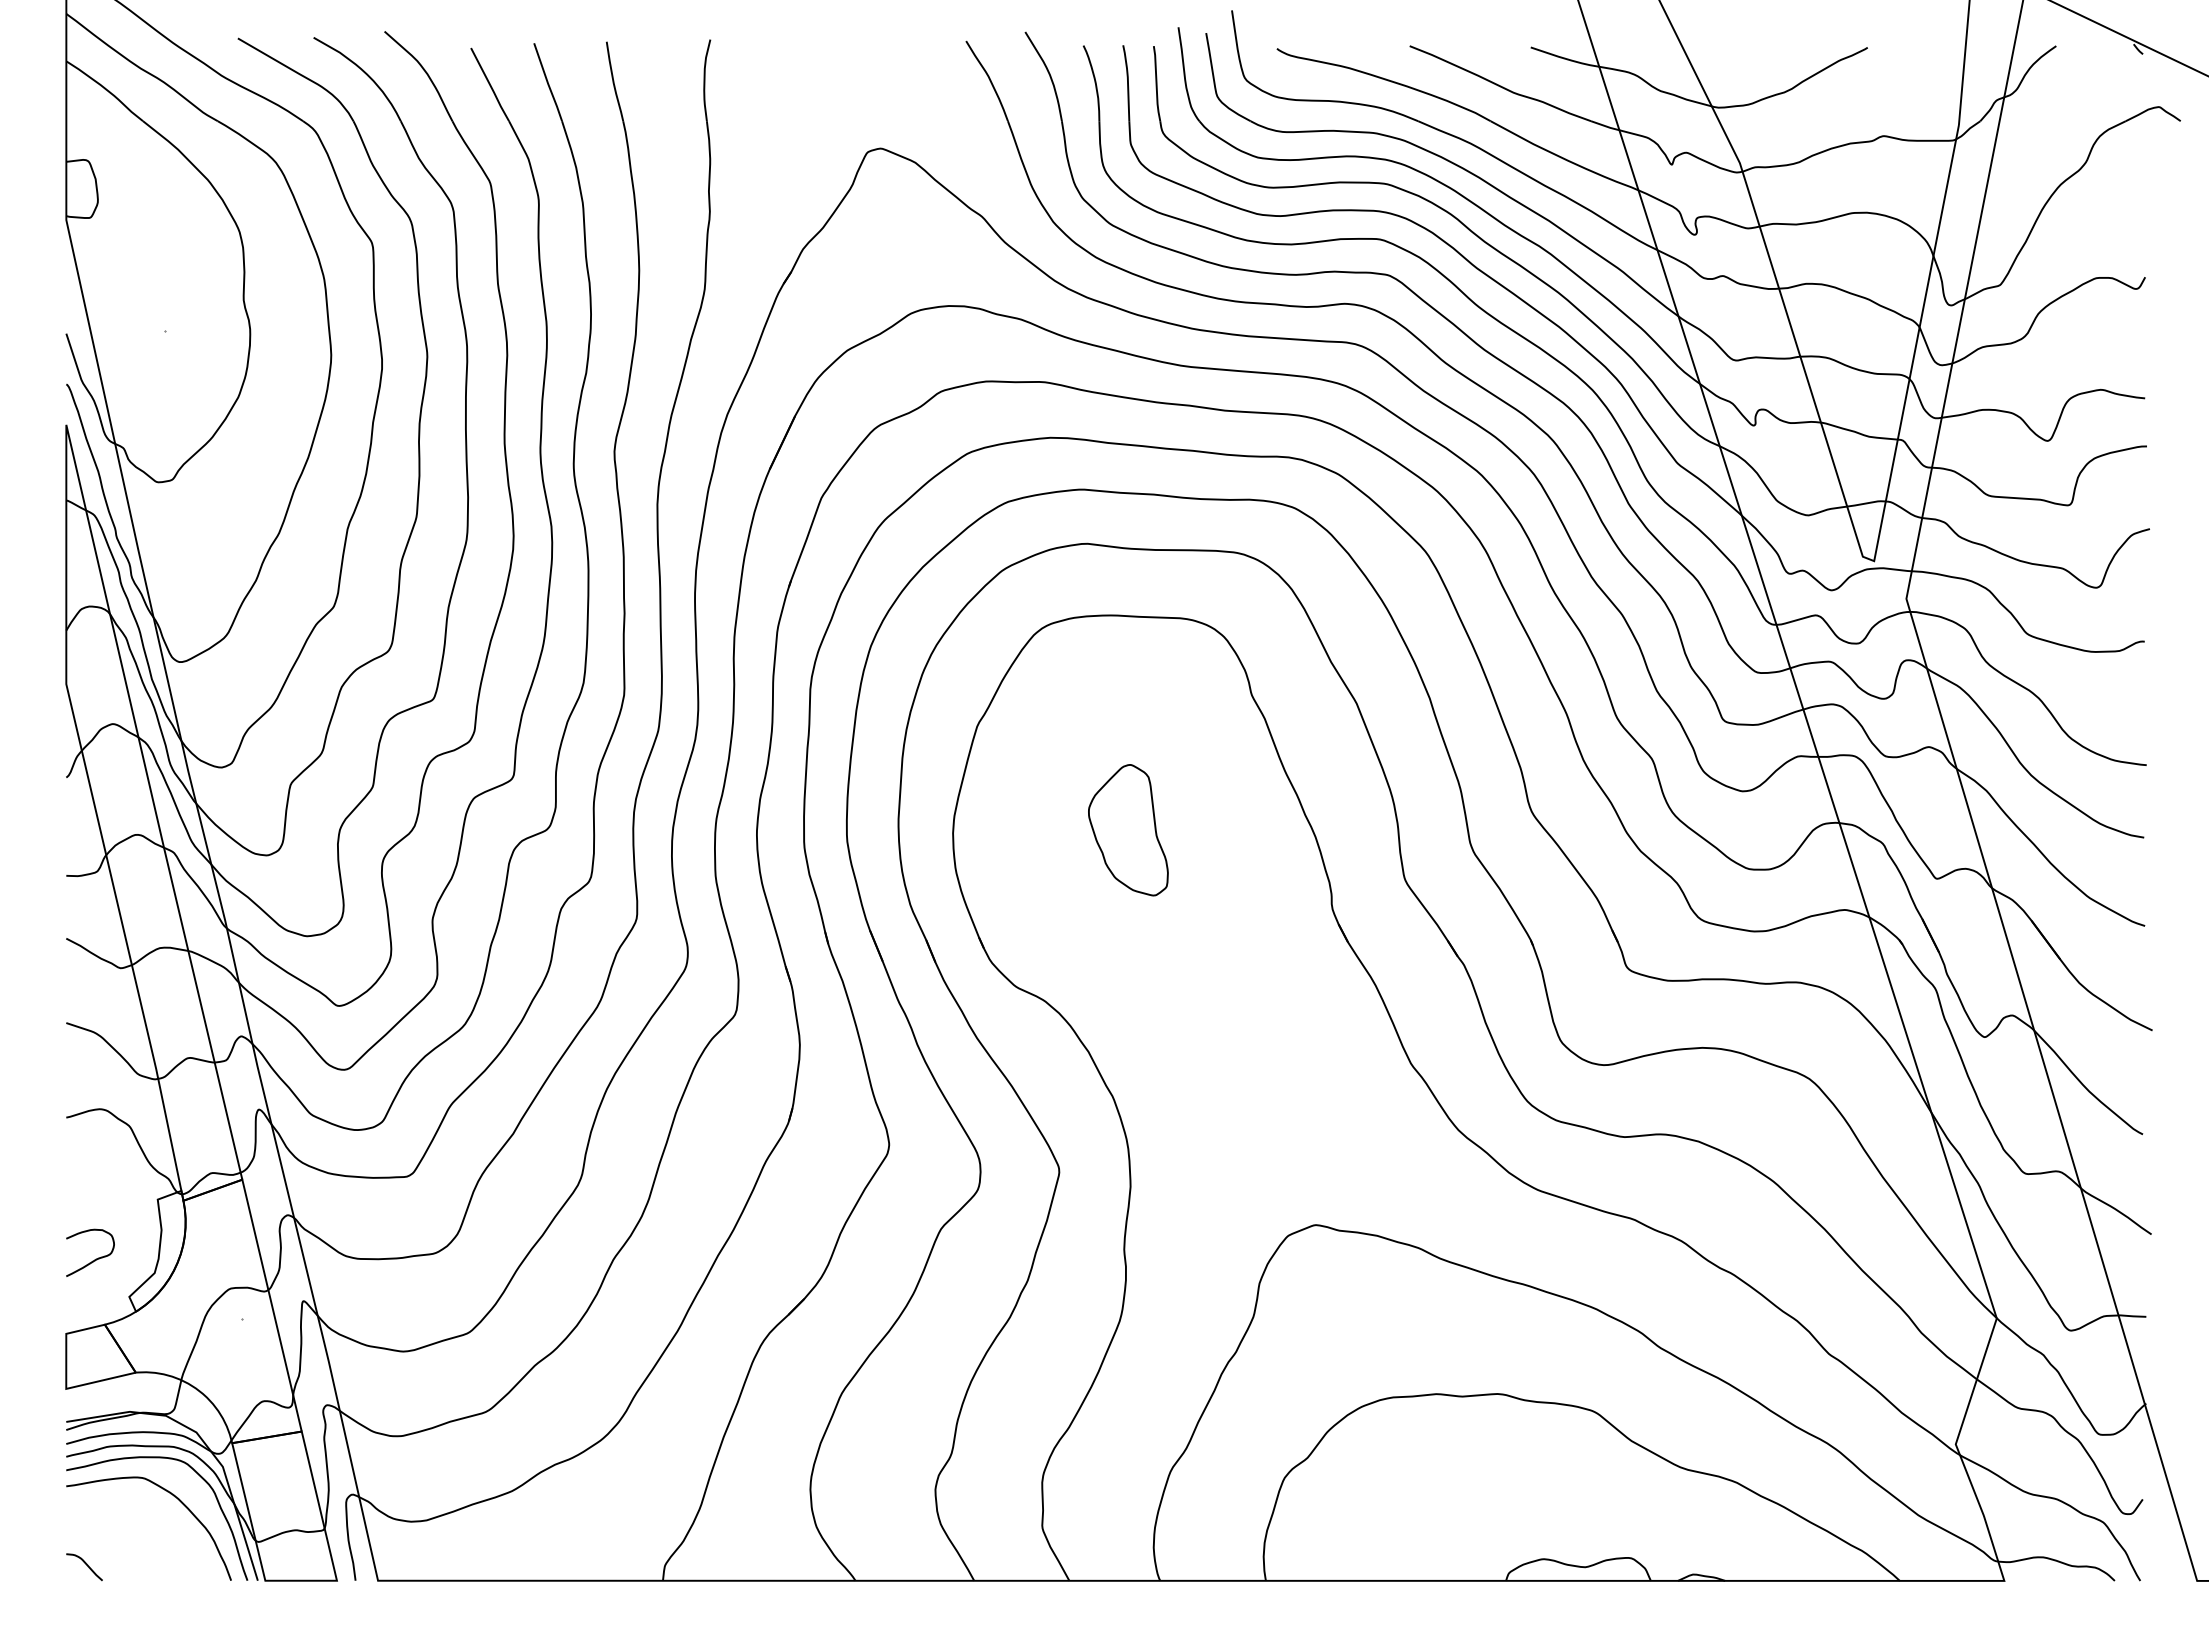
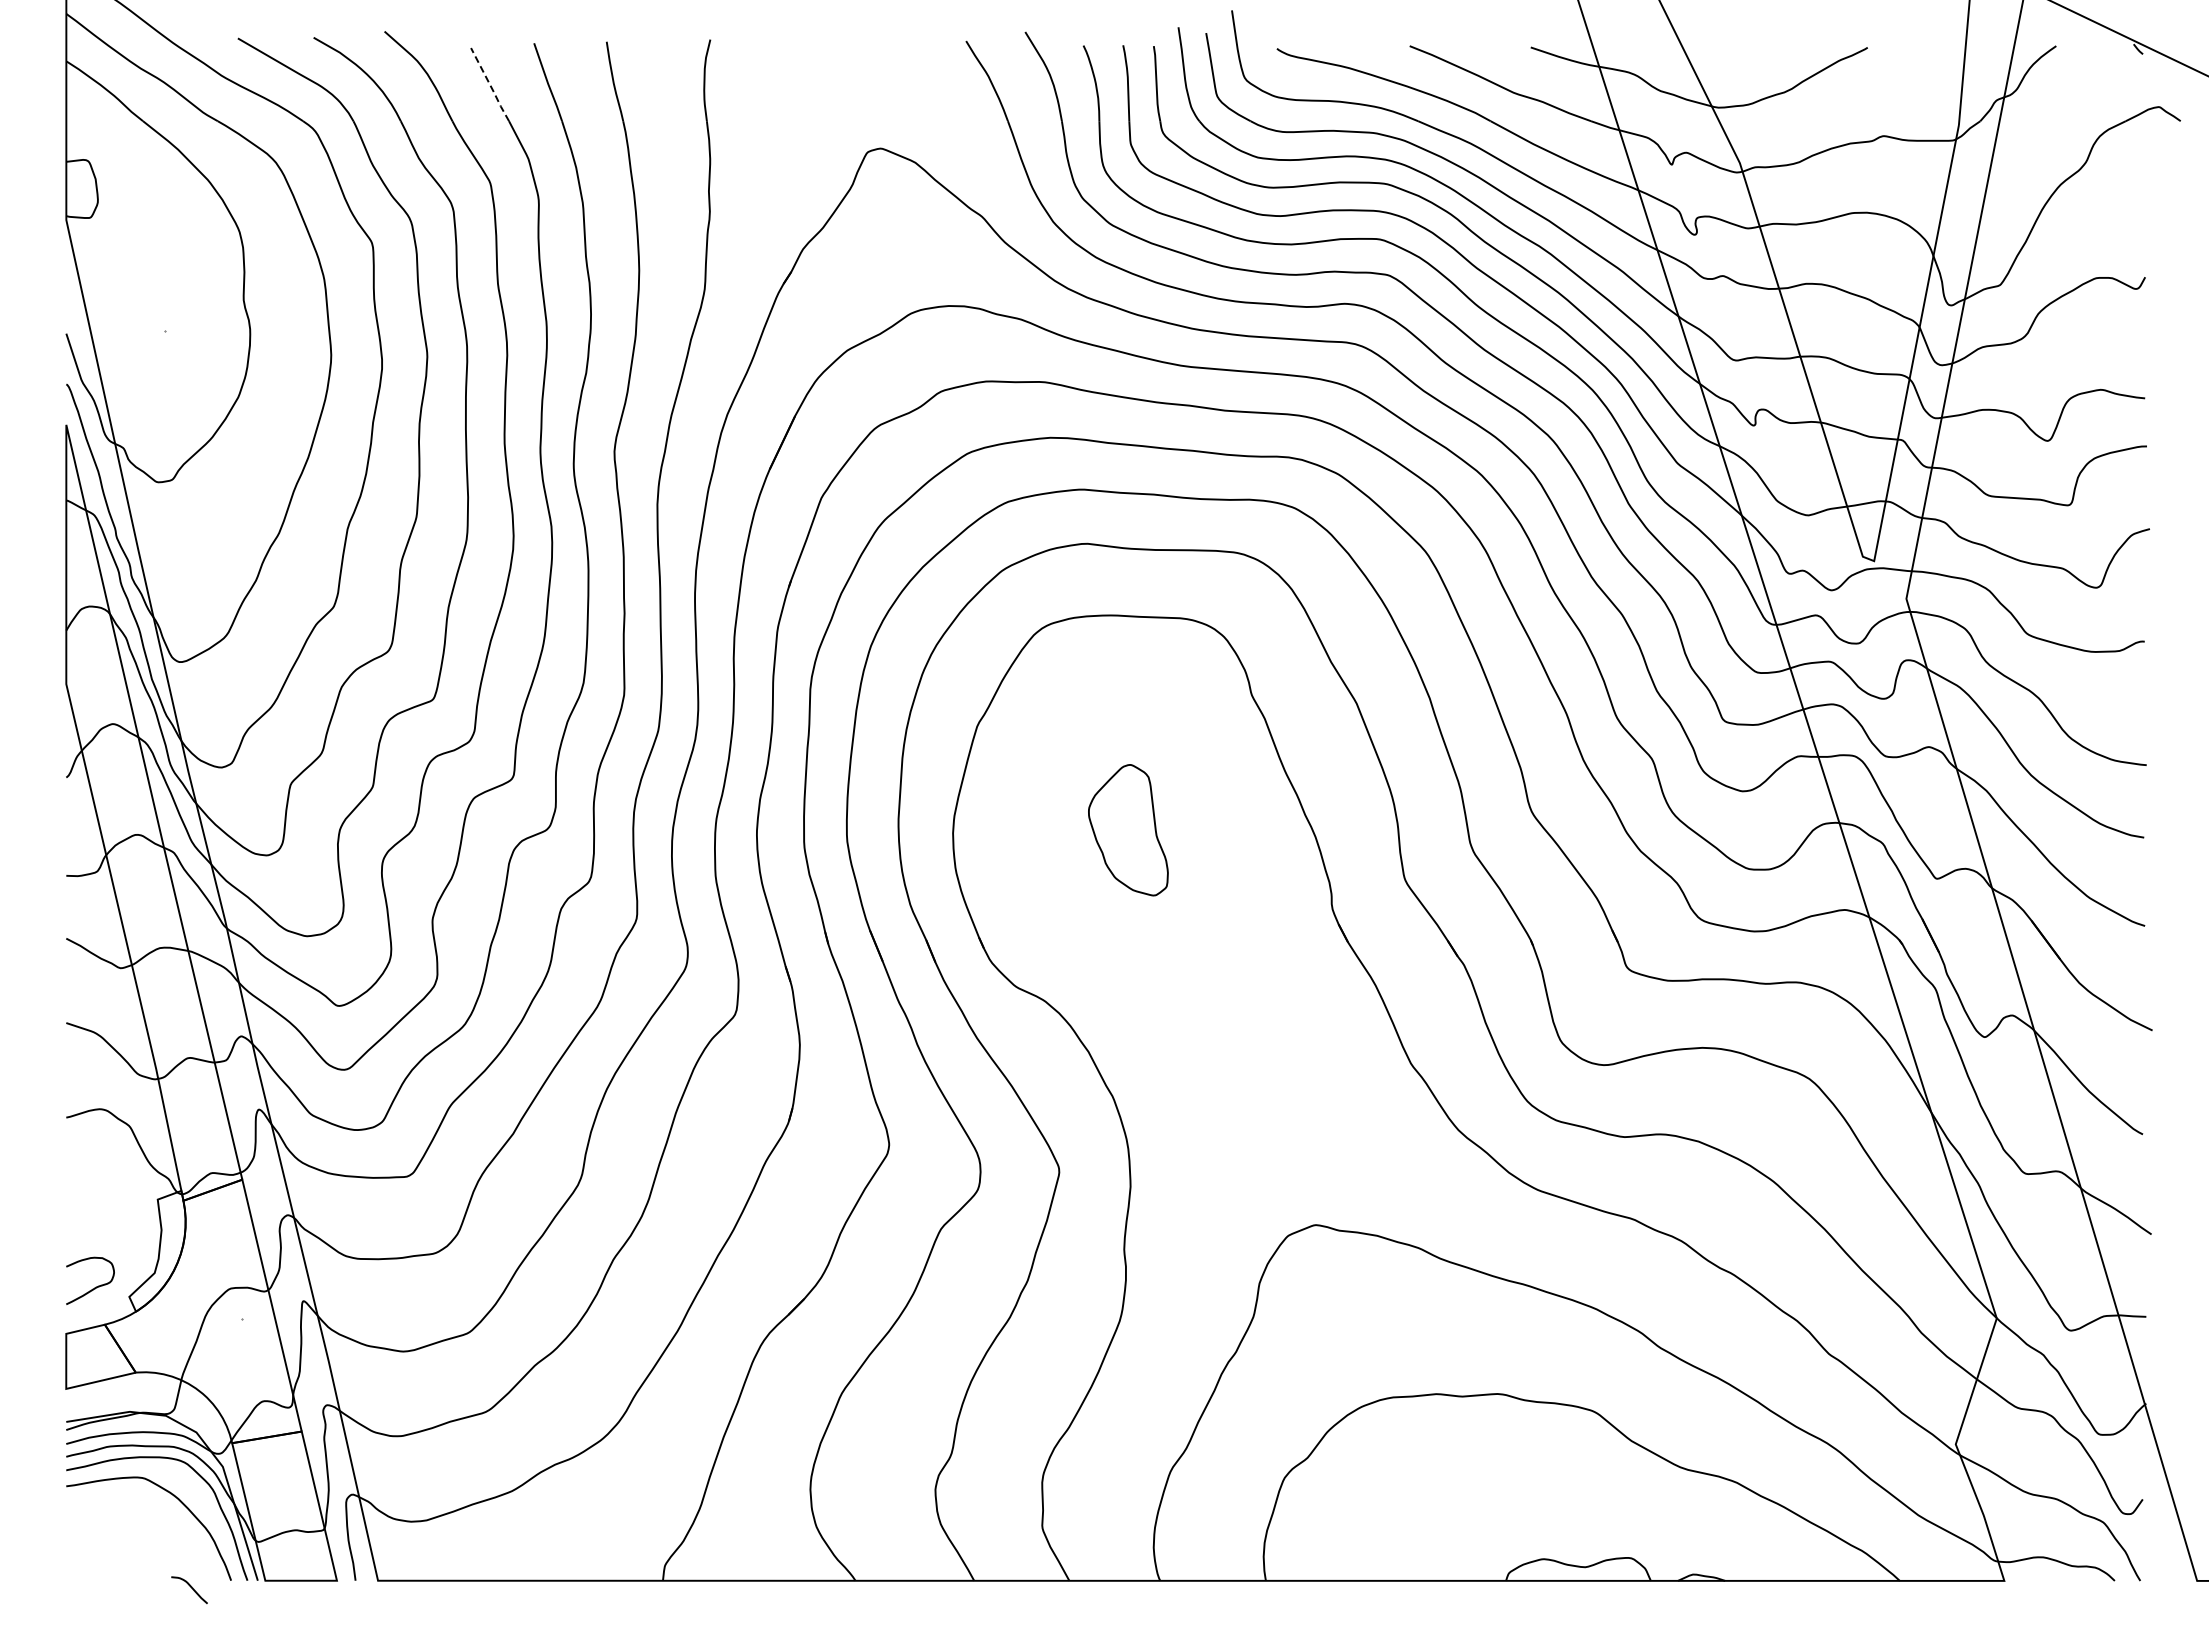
line at (490, 85): solid -> dashed
curve at (94, 1259) position: (94, 1259) -> (94, 1287)
curve at (86, 1565) position: (86, 1565) -> (191, 1588)
